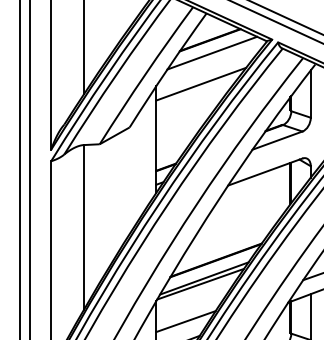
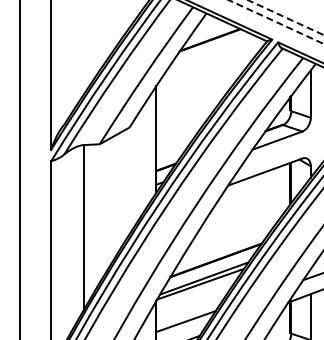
line at (285, 17): solid -> dashed
line at (275, 21): solid -> dashed
line at (83, 48): present -> none
line at (212, 52): present -> none
line at (201, 83): present -> none
line at (30, 169): present -> none
